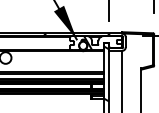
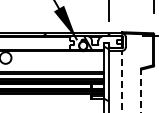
line at (122, 81): solid -> dashed
line at (141, 90): solid -> dashed
